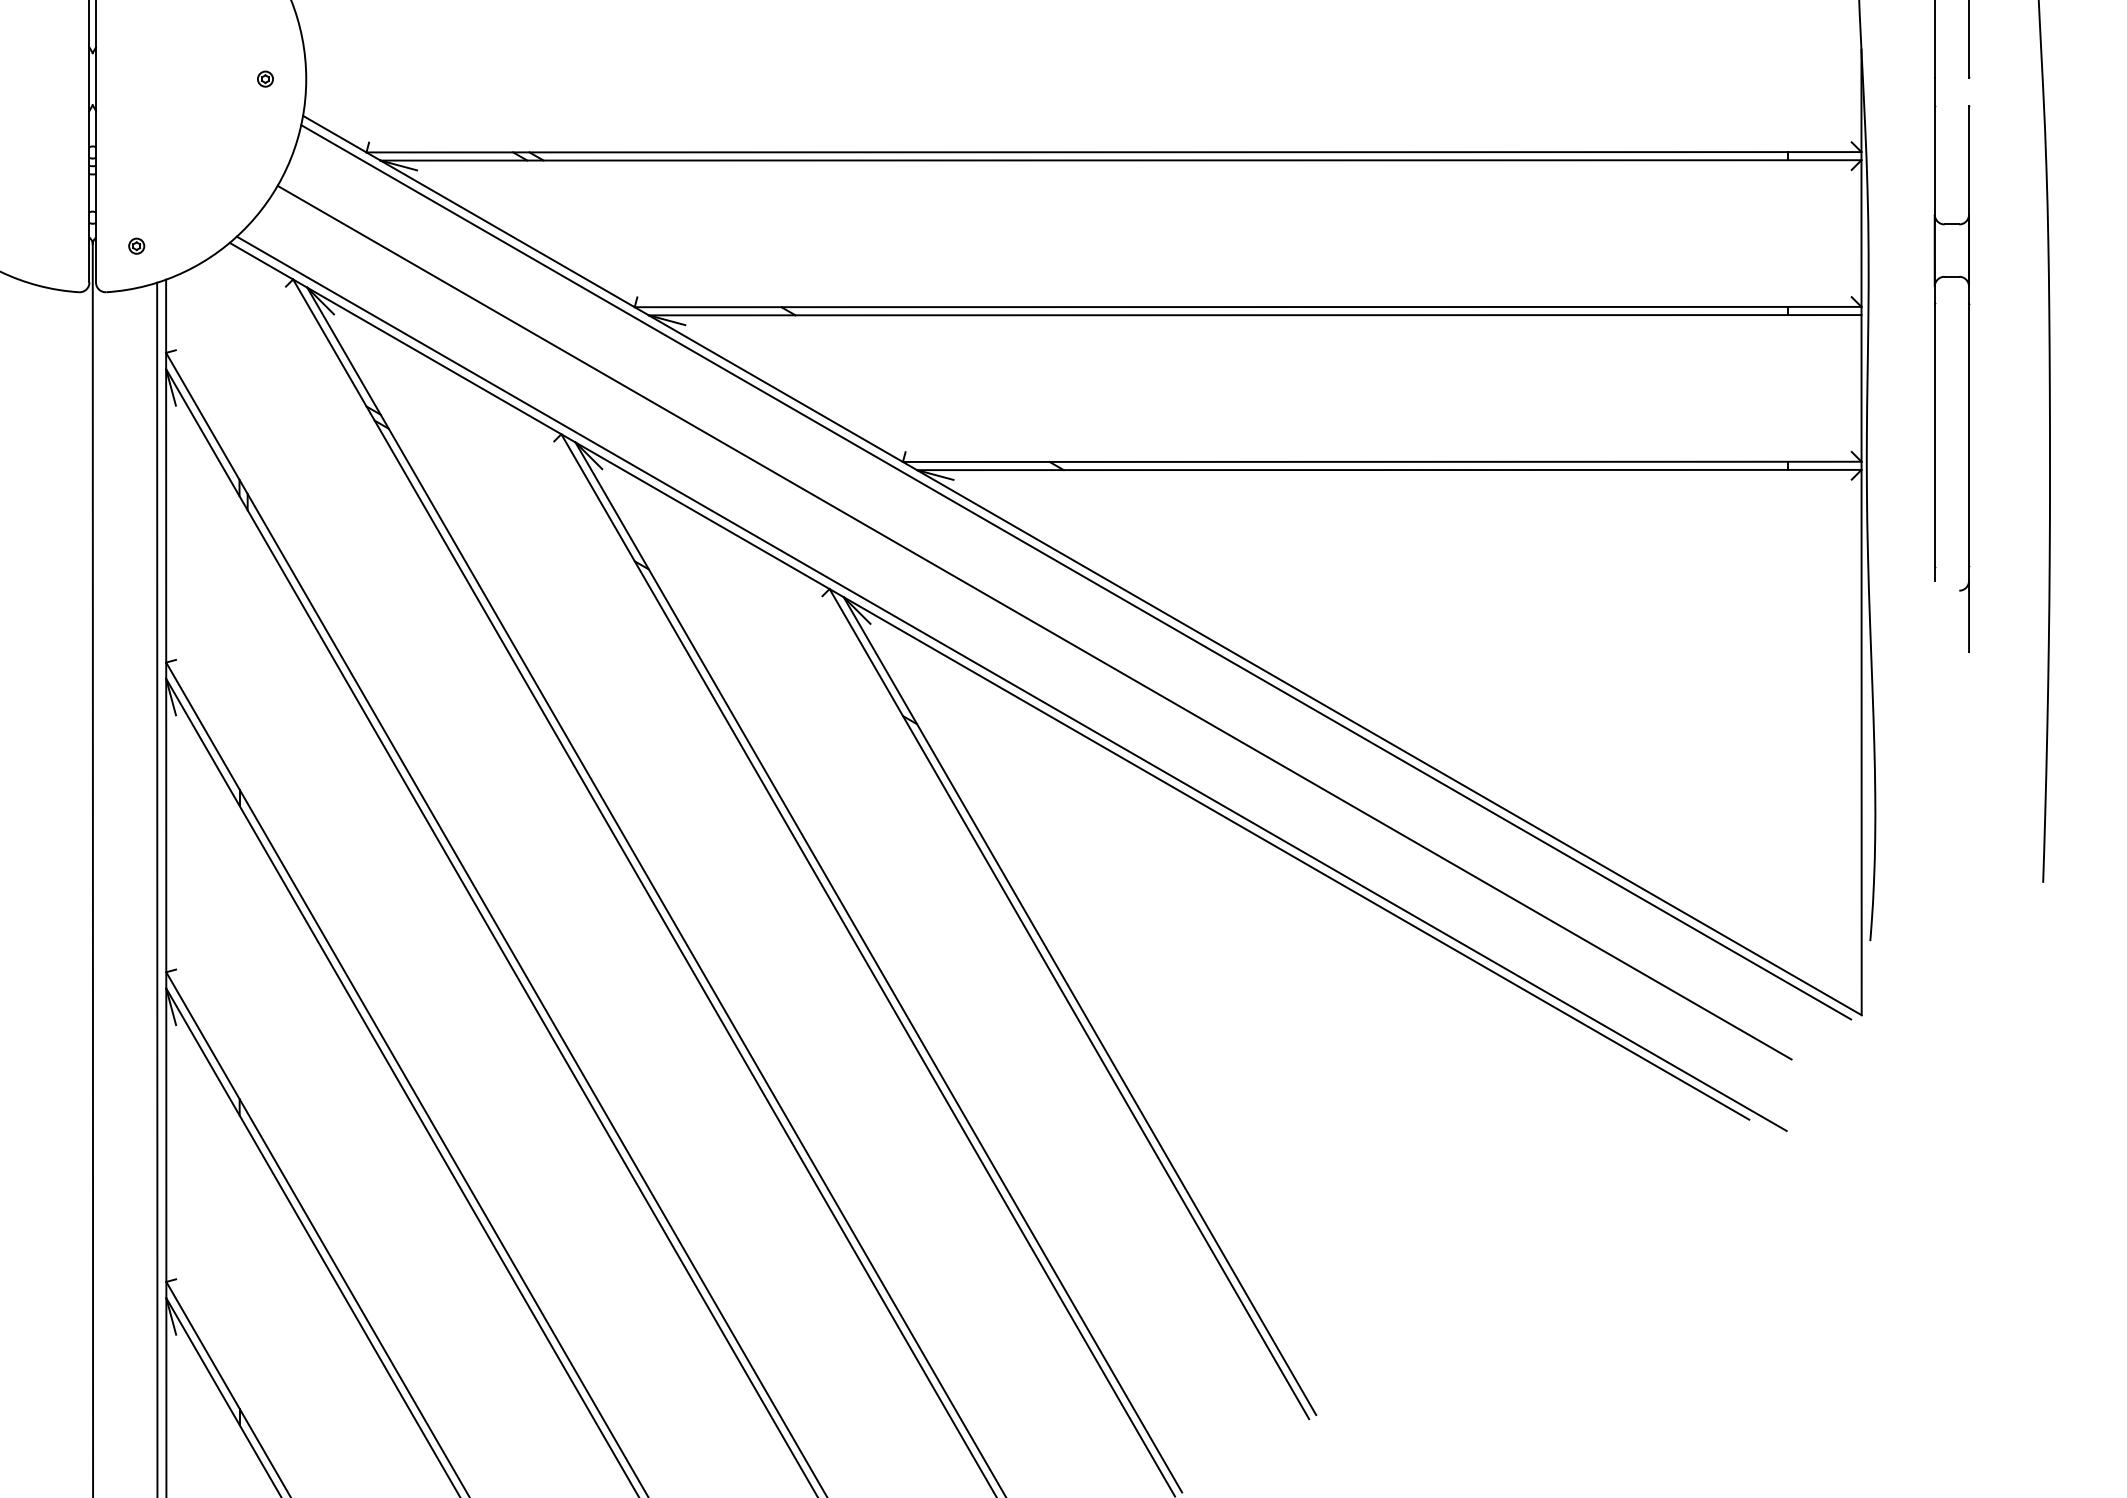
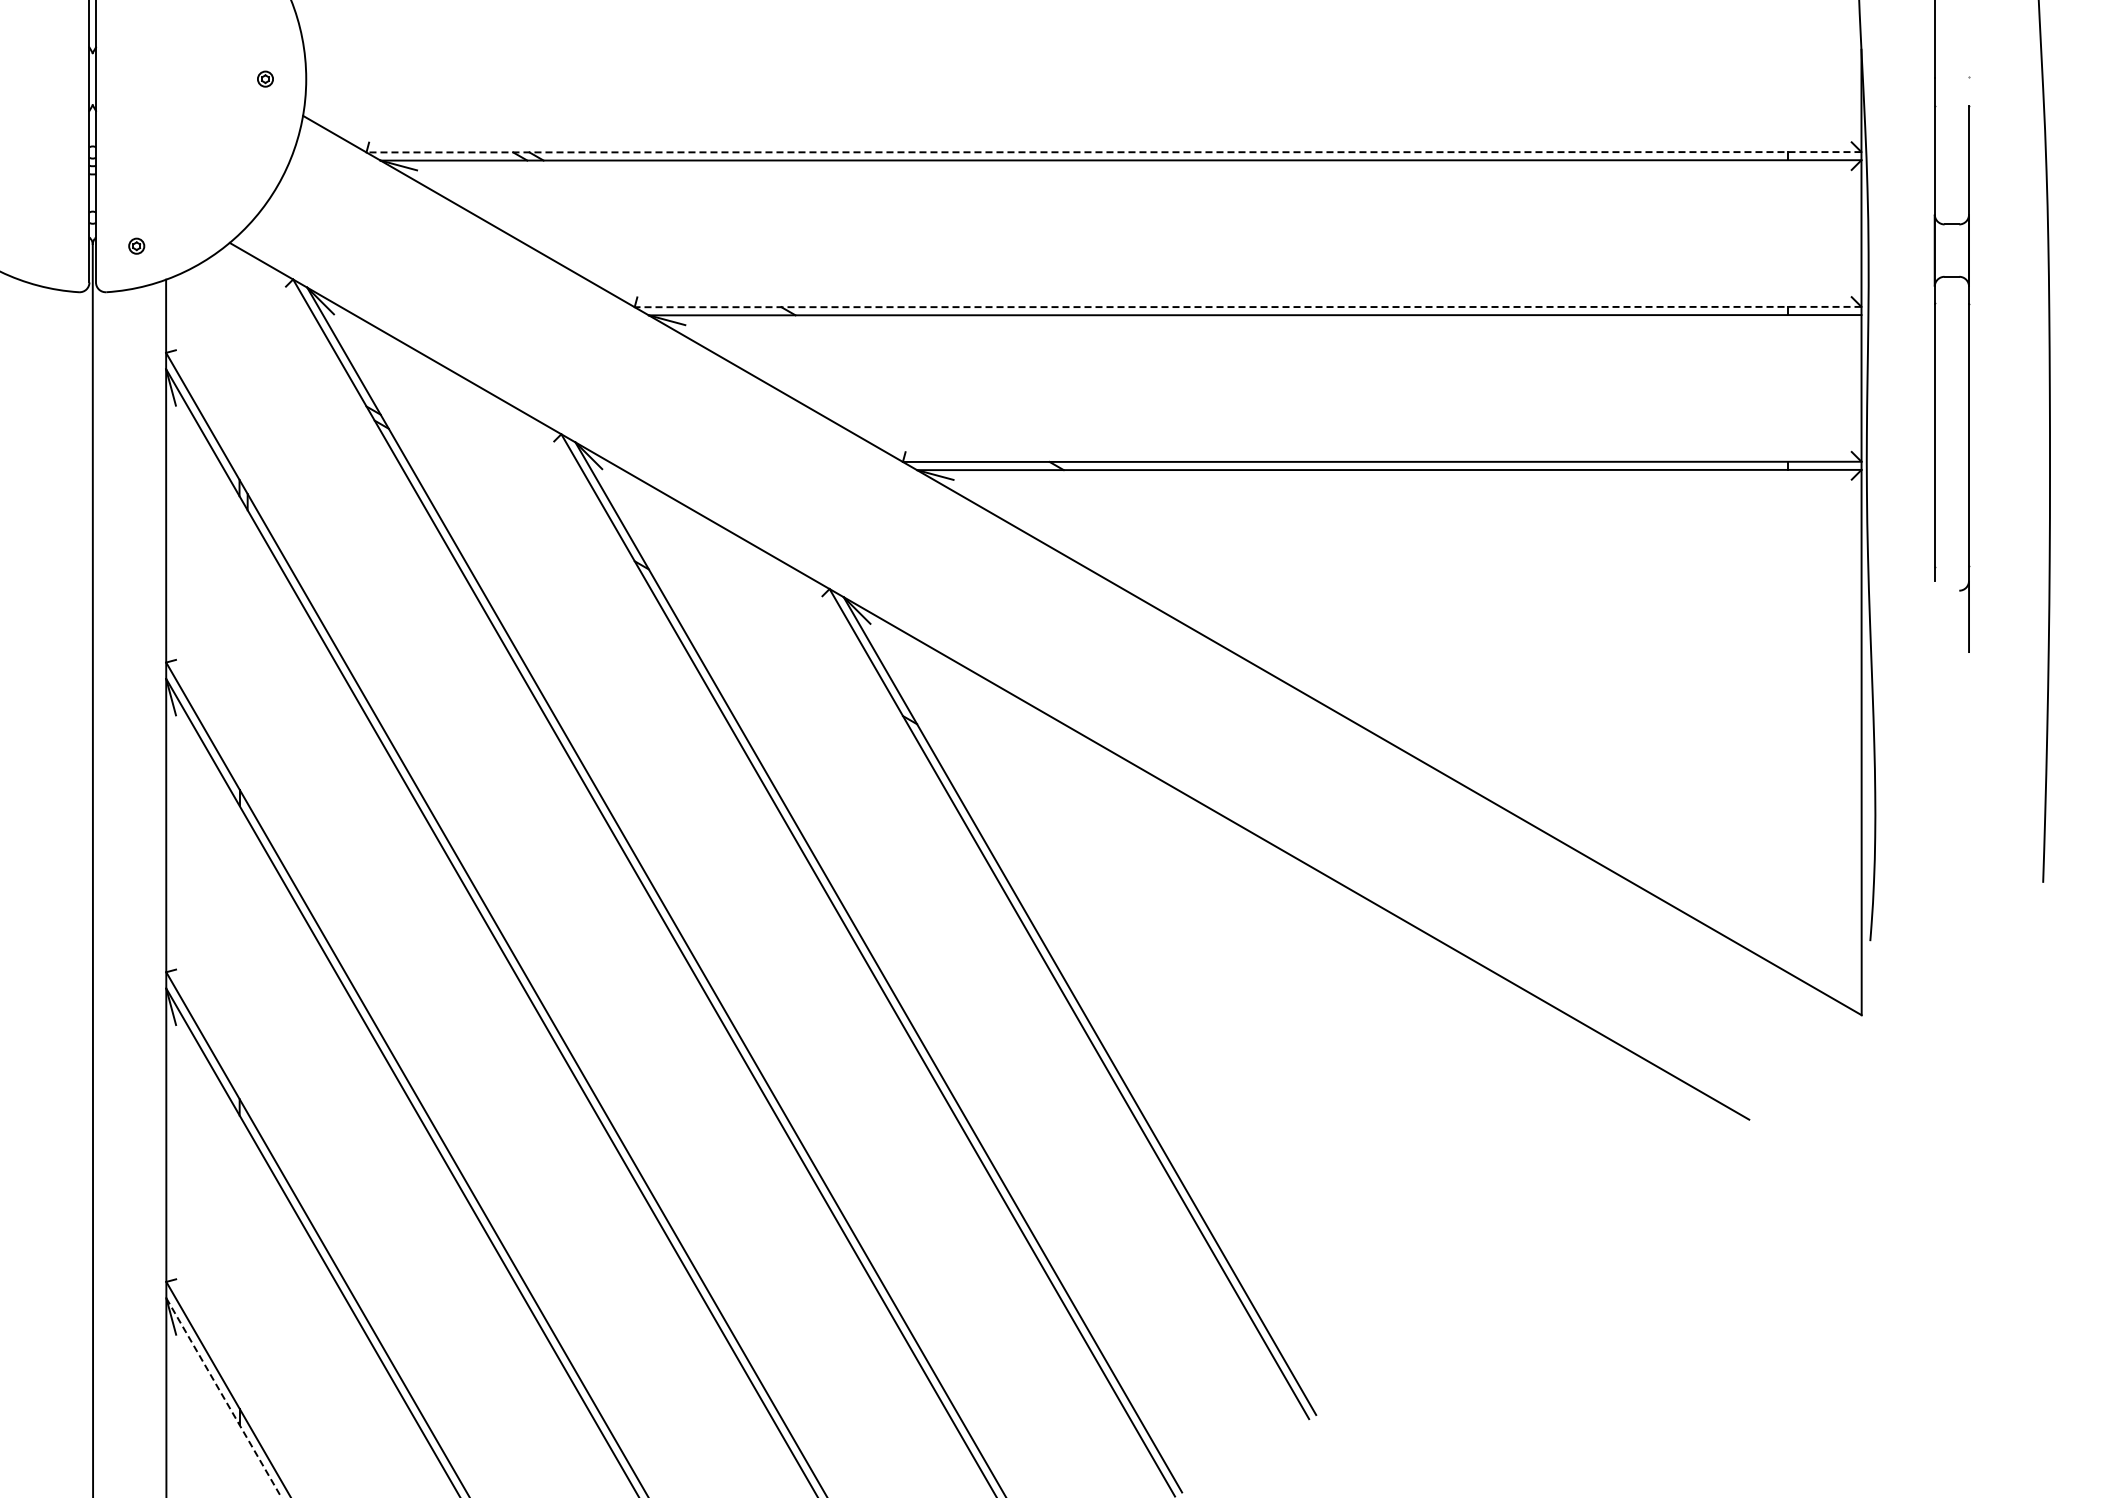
line at (1969, 39): present -> none
line at (1113, 152): solid -> dashed
line at (1247, 307): solid -> dashed
line at (1076, 572): present -> none
line at (1034, 622): present -> none
line at (1011, 683): present -> none
line at (157, 888): present -> none
line at (223, 1397): solid -> dashed
